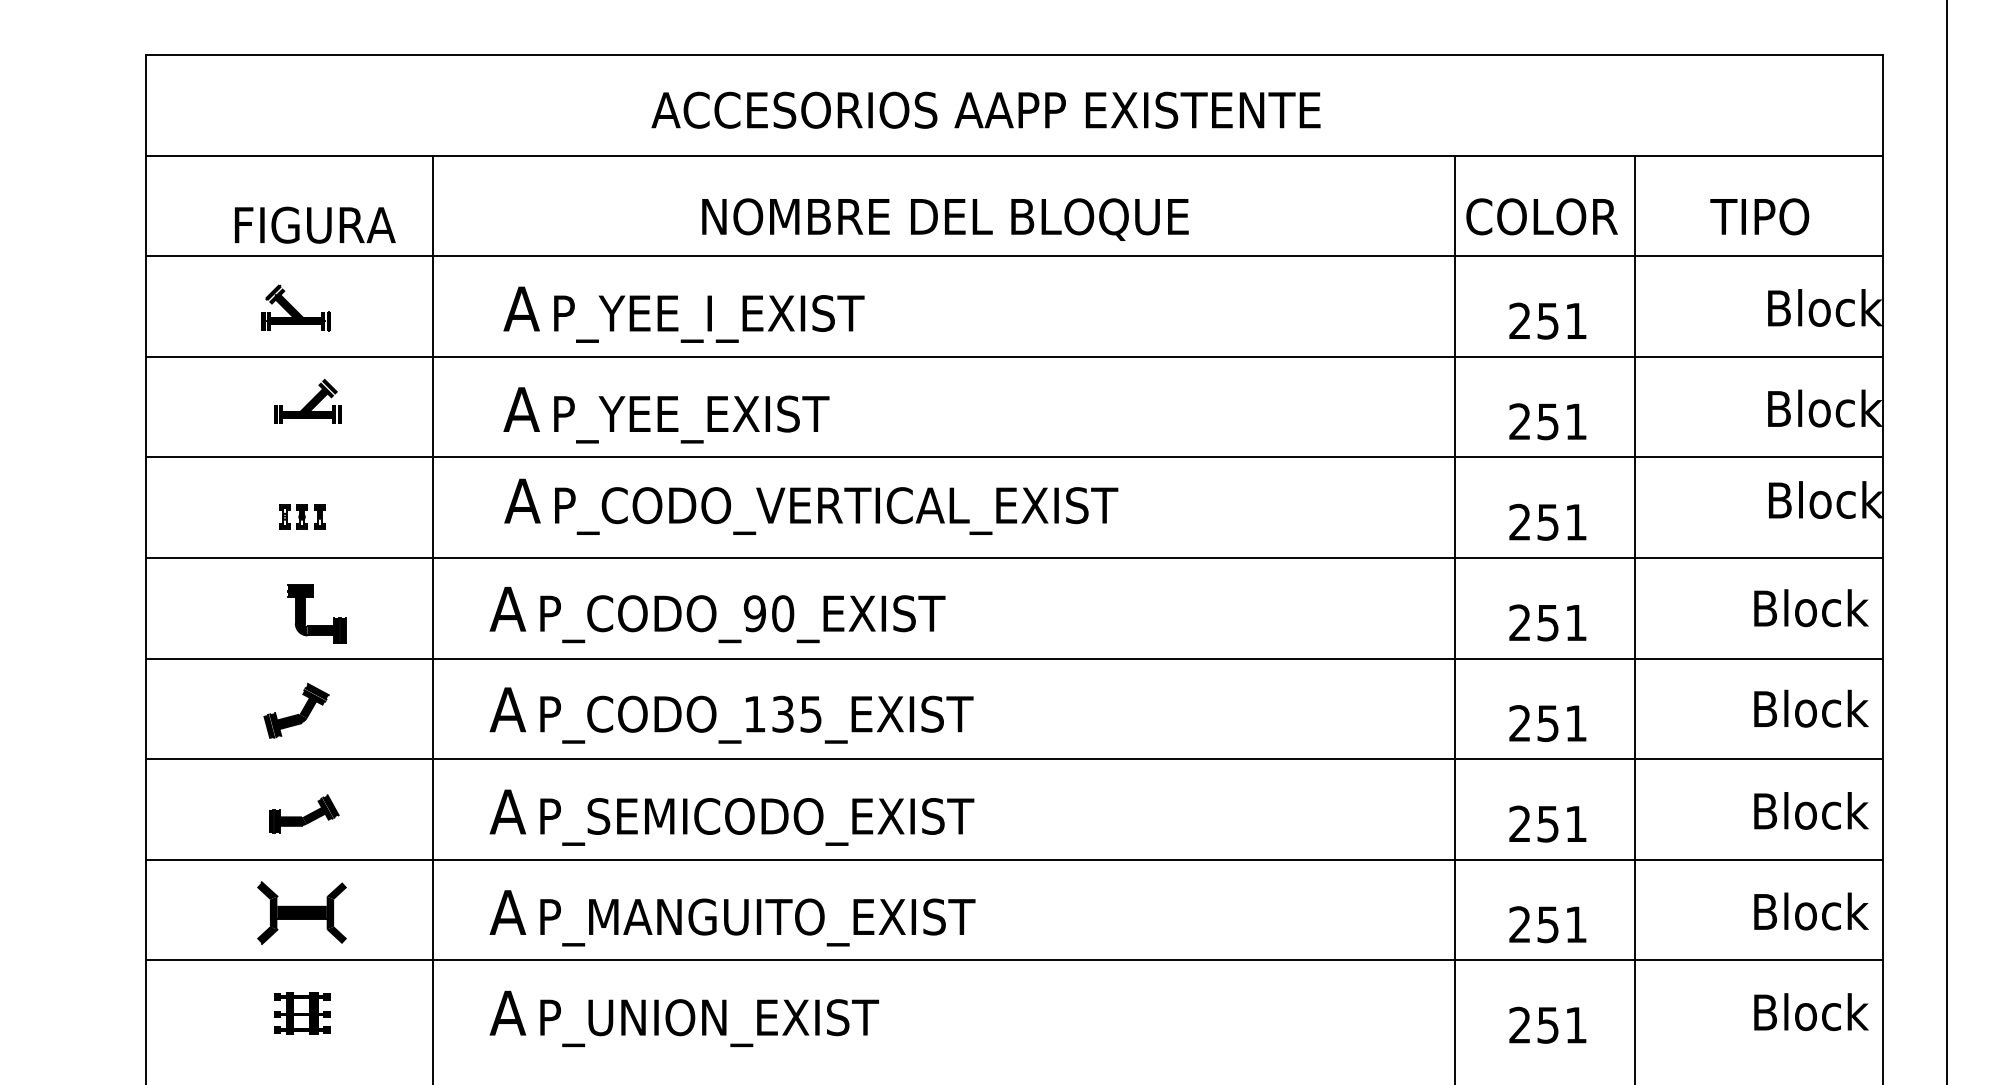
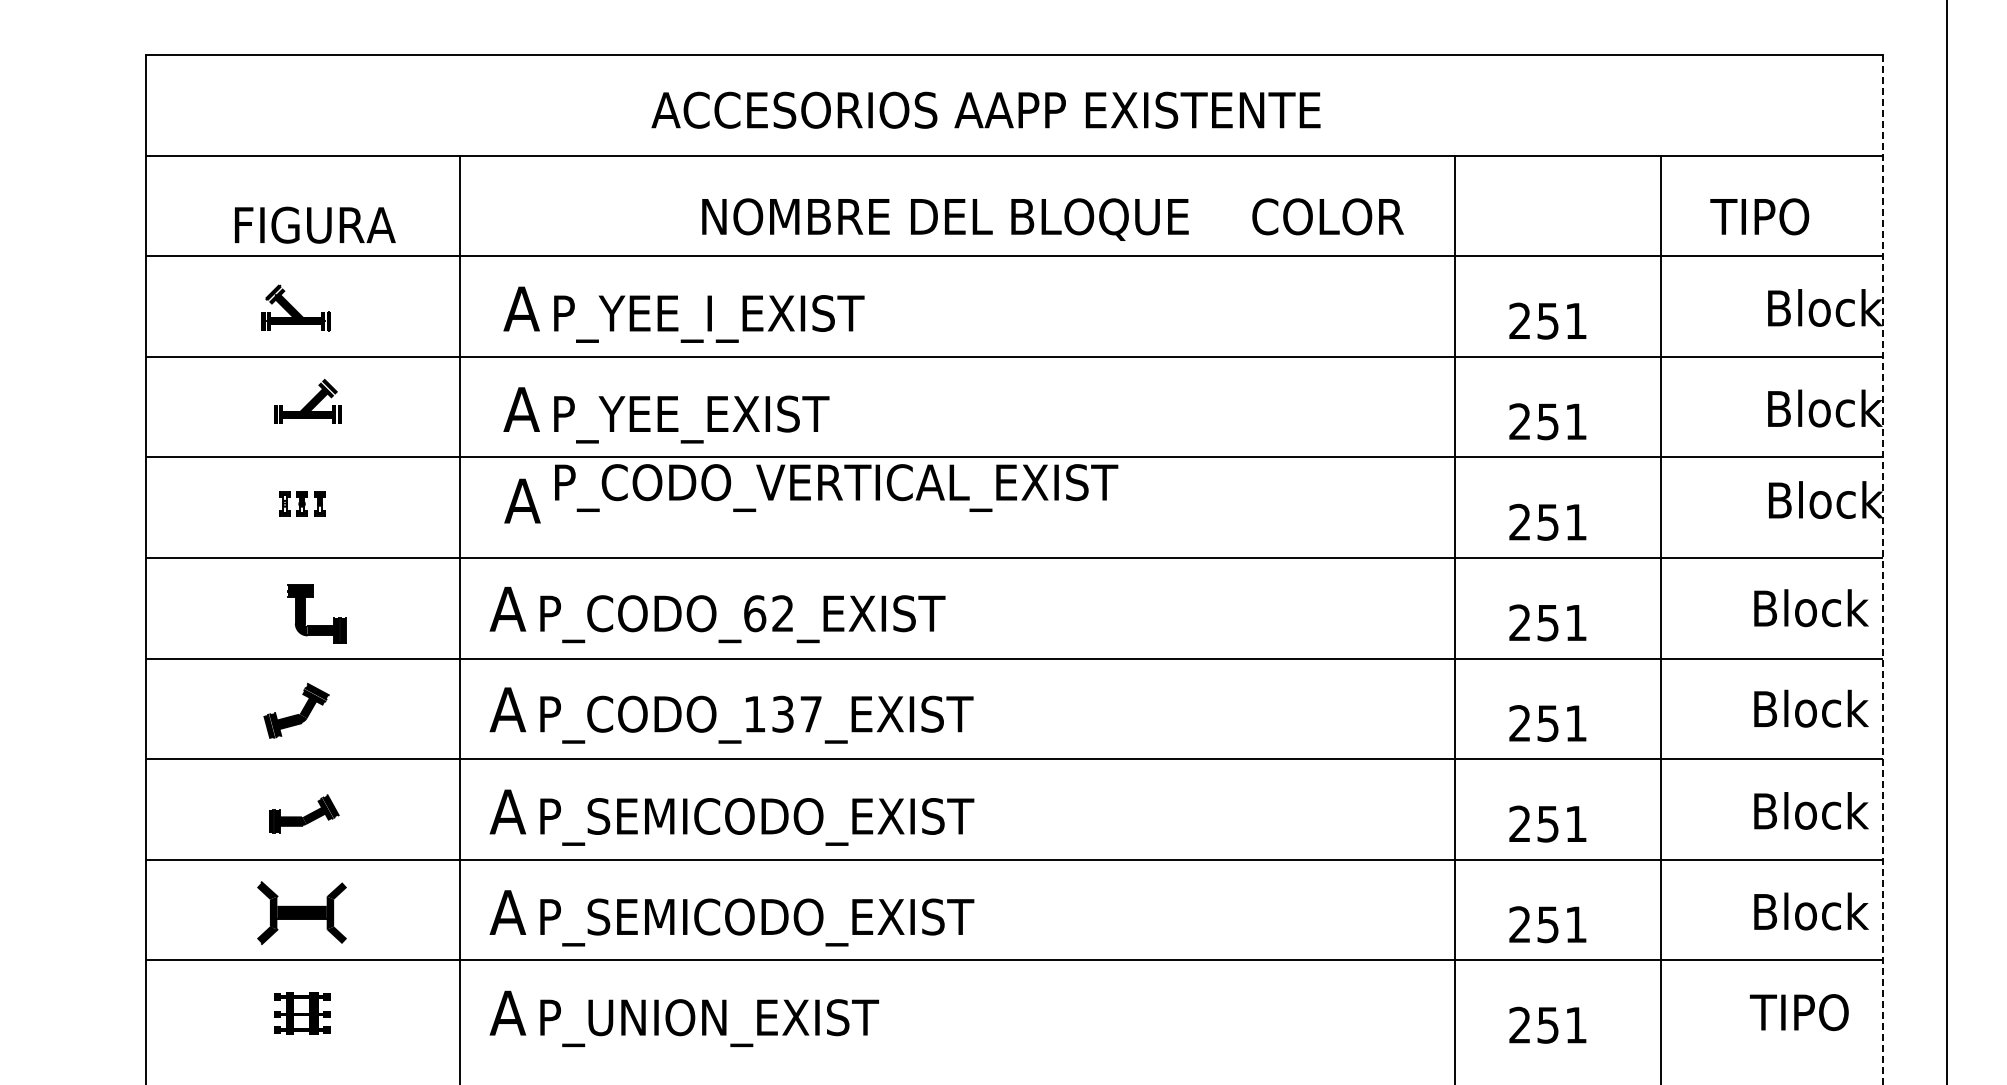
text at (1541, 216) position: (1541, 216) -> (1327, 216)
text at (836, 510) position: (836, 510) -> (836, 487)
part at (302, 516) position: (302, 516) -> (302, 503)
line at (1882, 570): solid -> dashed
text at (768, 613): P_CODO_90_EXIST -> P_CODO_62_EXIST
line at (433, 618) position: (433, 618) -> (460, 618)
line at (1635, 618) position: (1635, 618) -> (1661, 618)
text at (810, 714): P_CODO_135_EXIST -> P_CODO_137_EXIST
text at (781, 922): P_MANGUITO_EXIST -> P_SEMICODO_EXIST
text at (1808, 1012): Block -> TIPO
